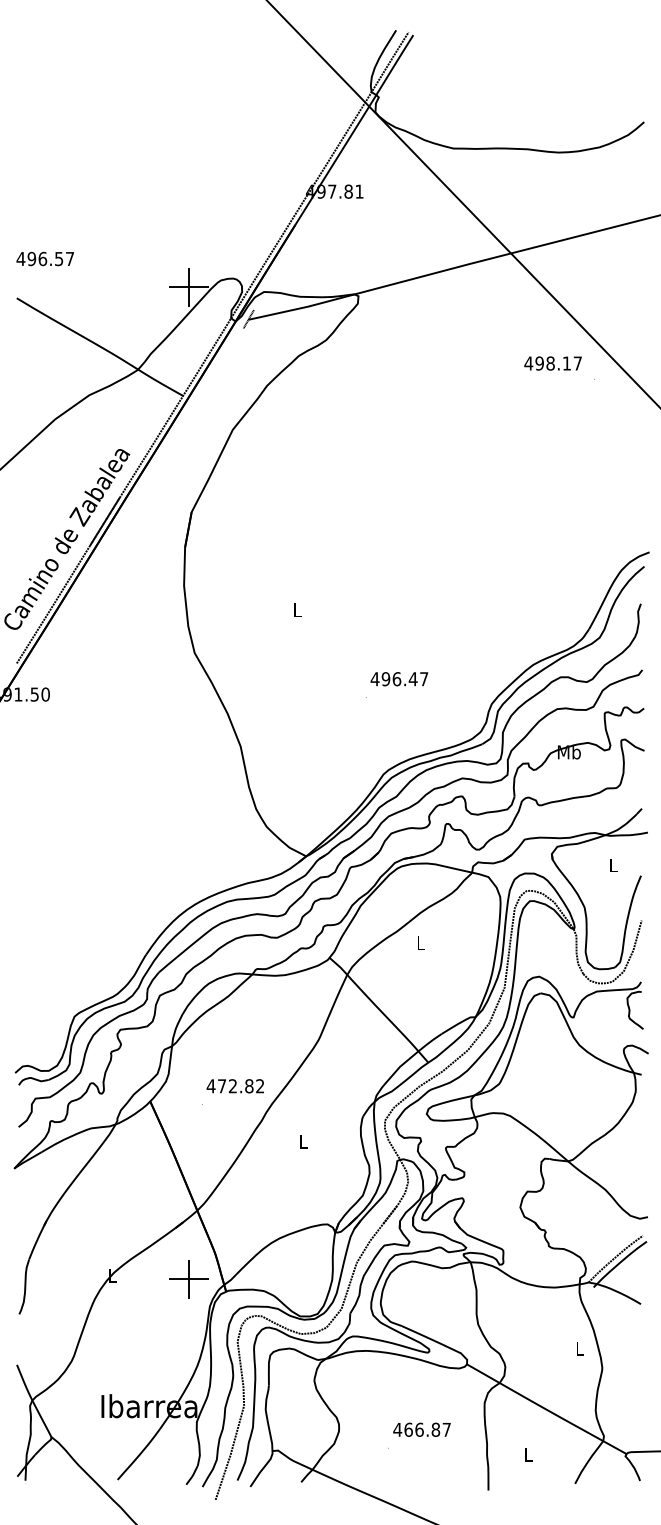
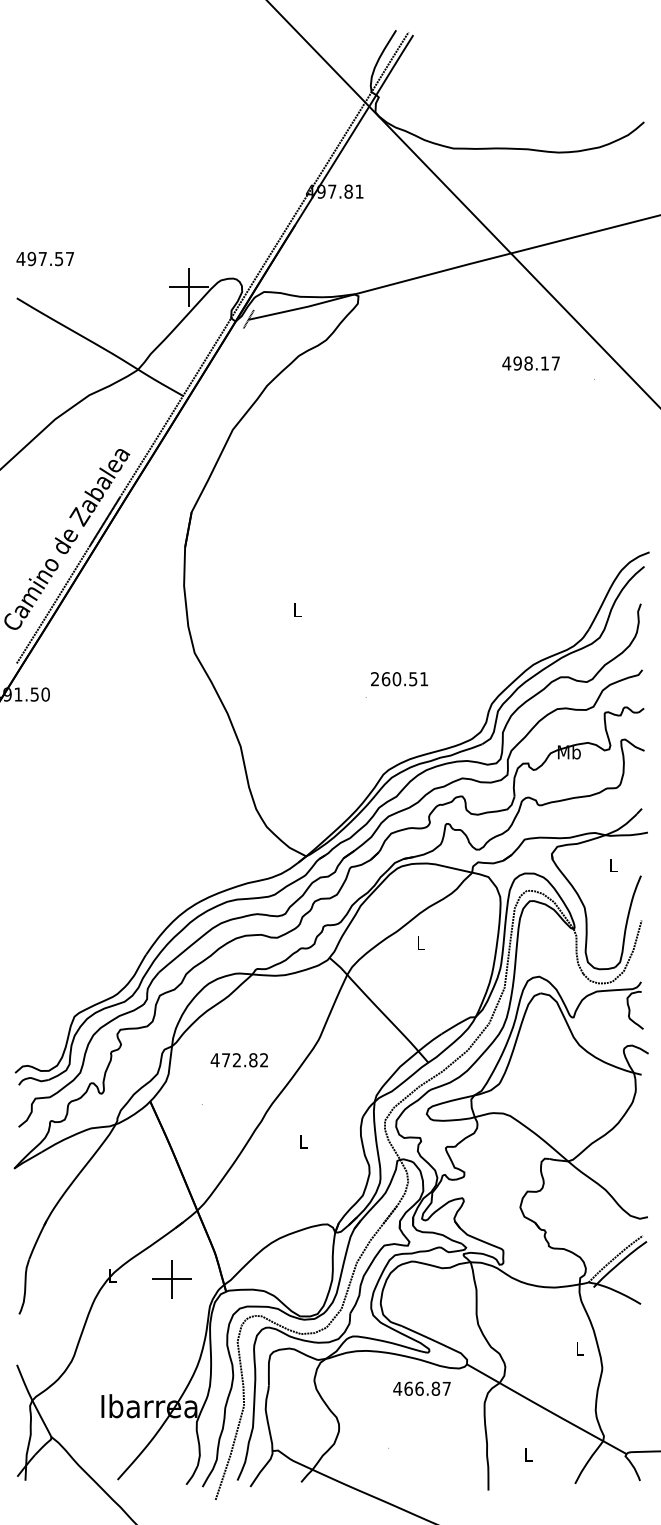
text at (42, 258): 496.57 -> 497.57
text at (552, 363) position: (552, 363) -> (530, 363)
text at (399, 679): 496.47 -> 260.51
text at (234, 1086) position: (234, 1086) -> (238, 1060)
part at (188, 1279) position: (188, 1279) -> (171, 1279)
text at (421, 1429) position: (421, 1429) -> (421, 1388)
